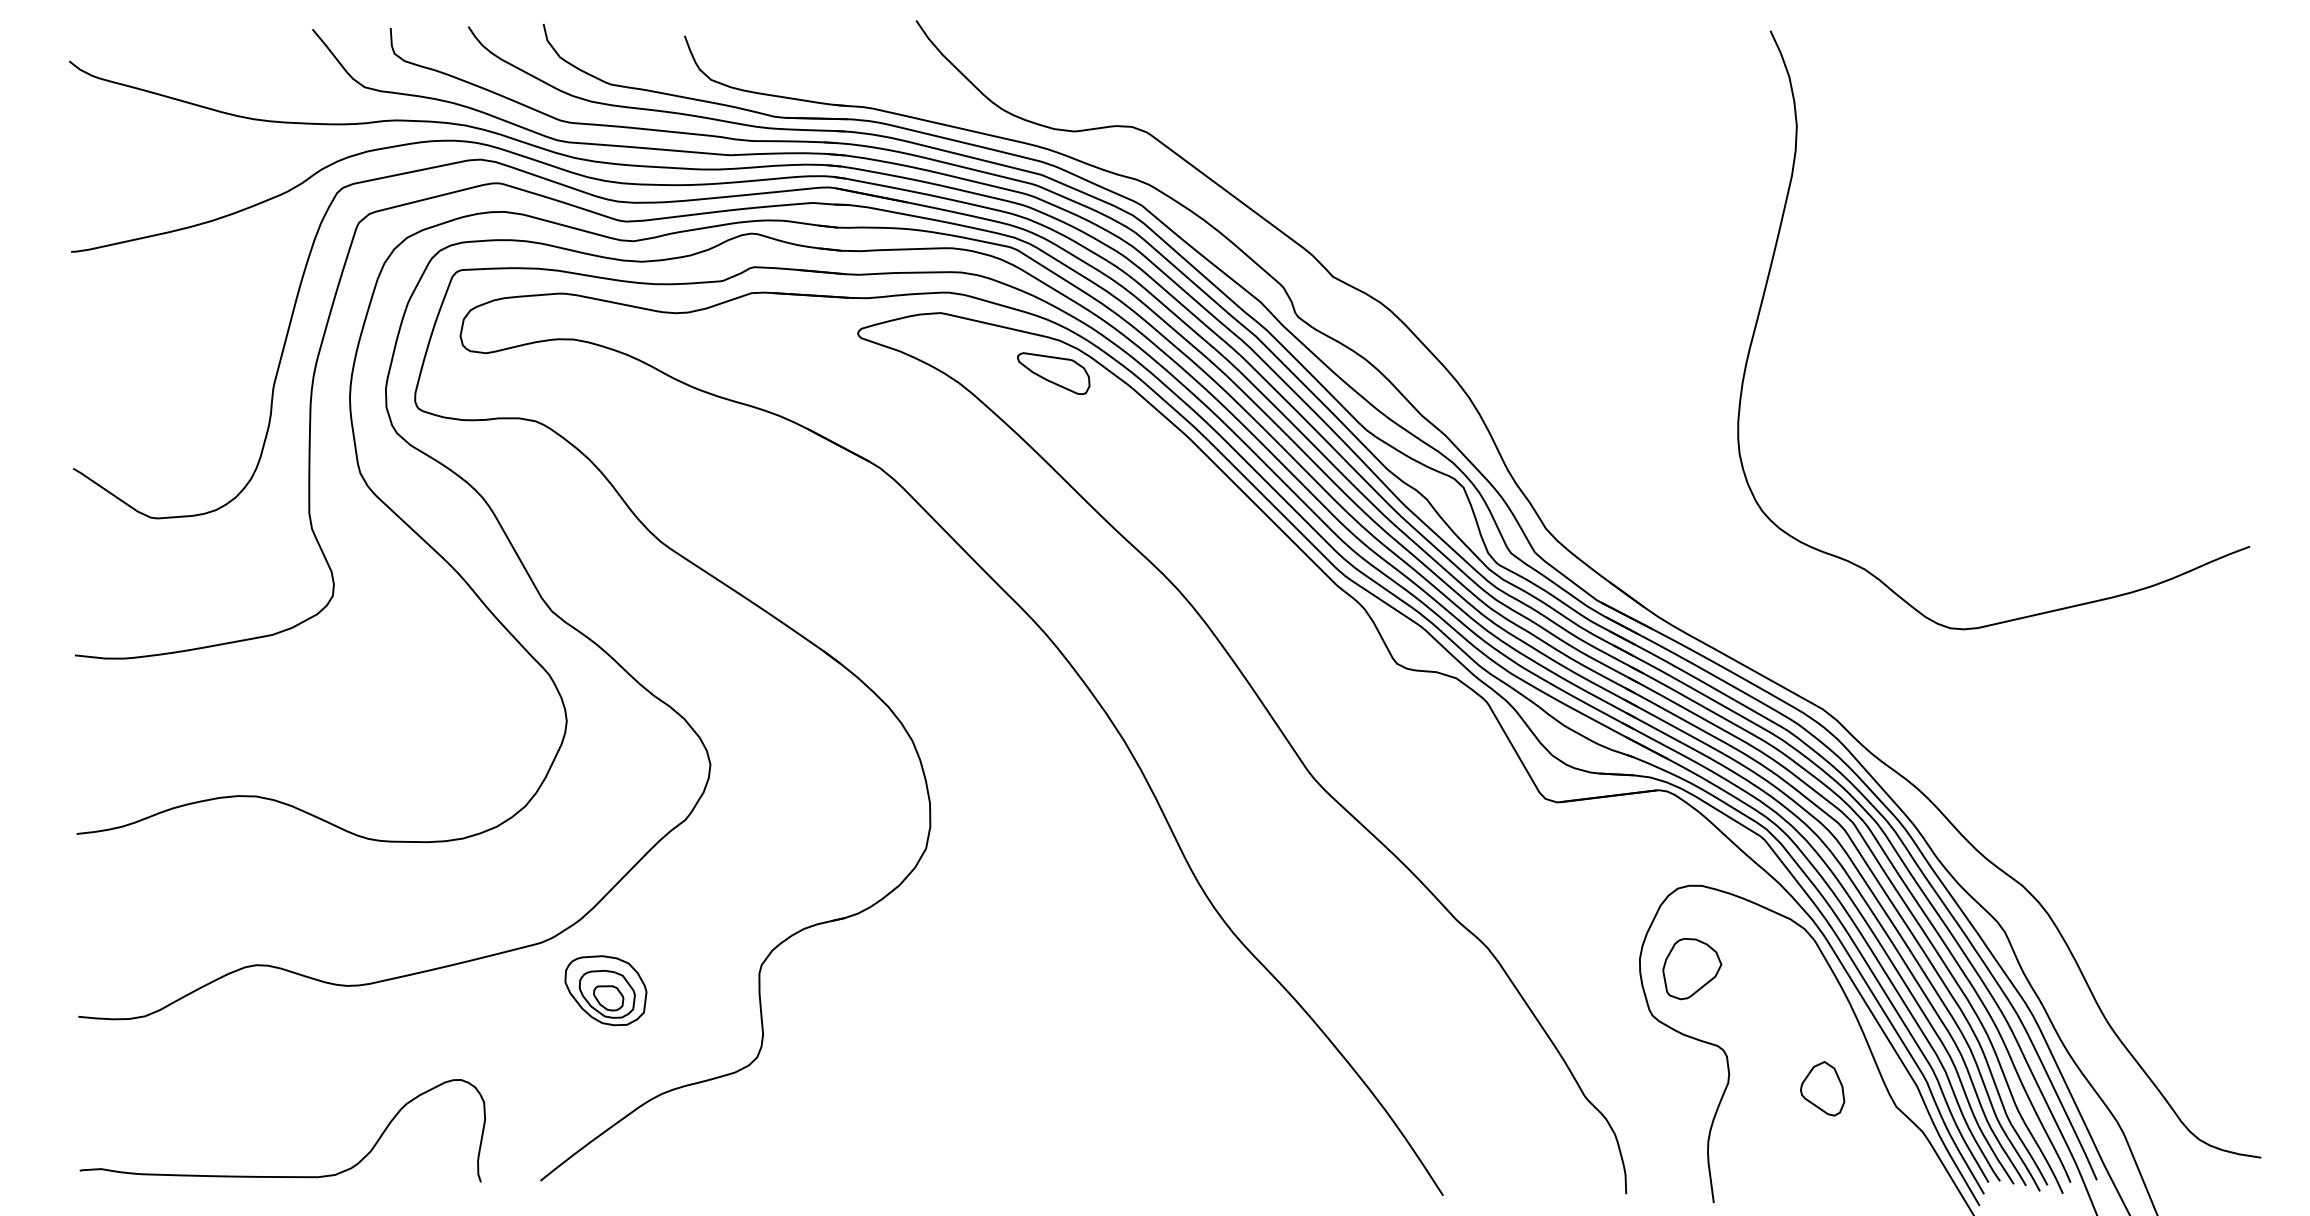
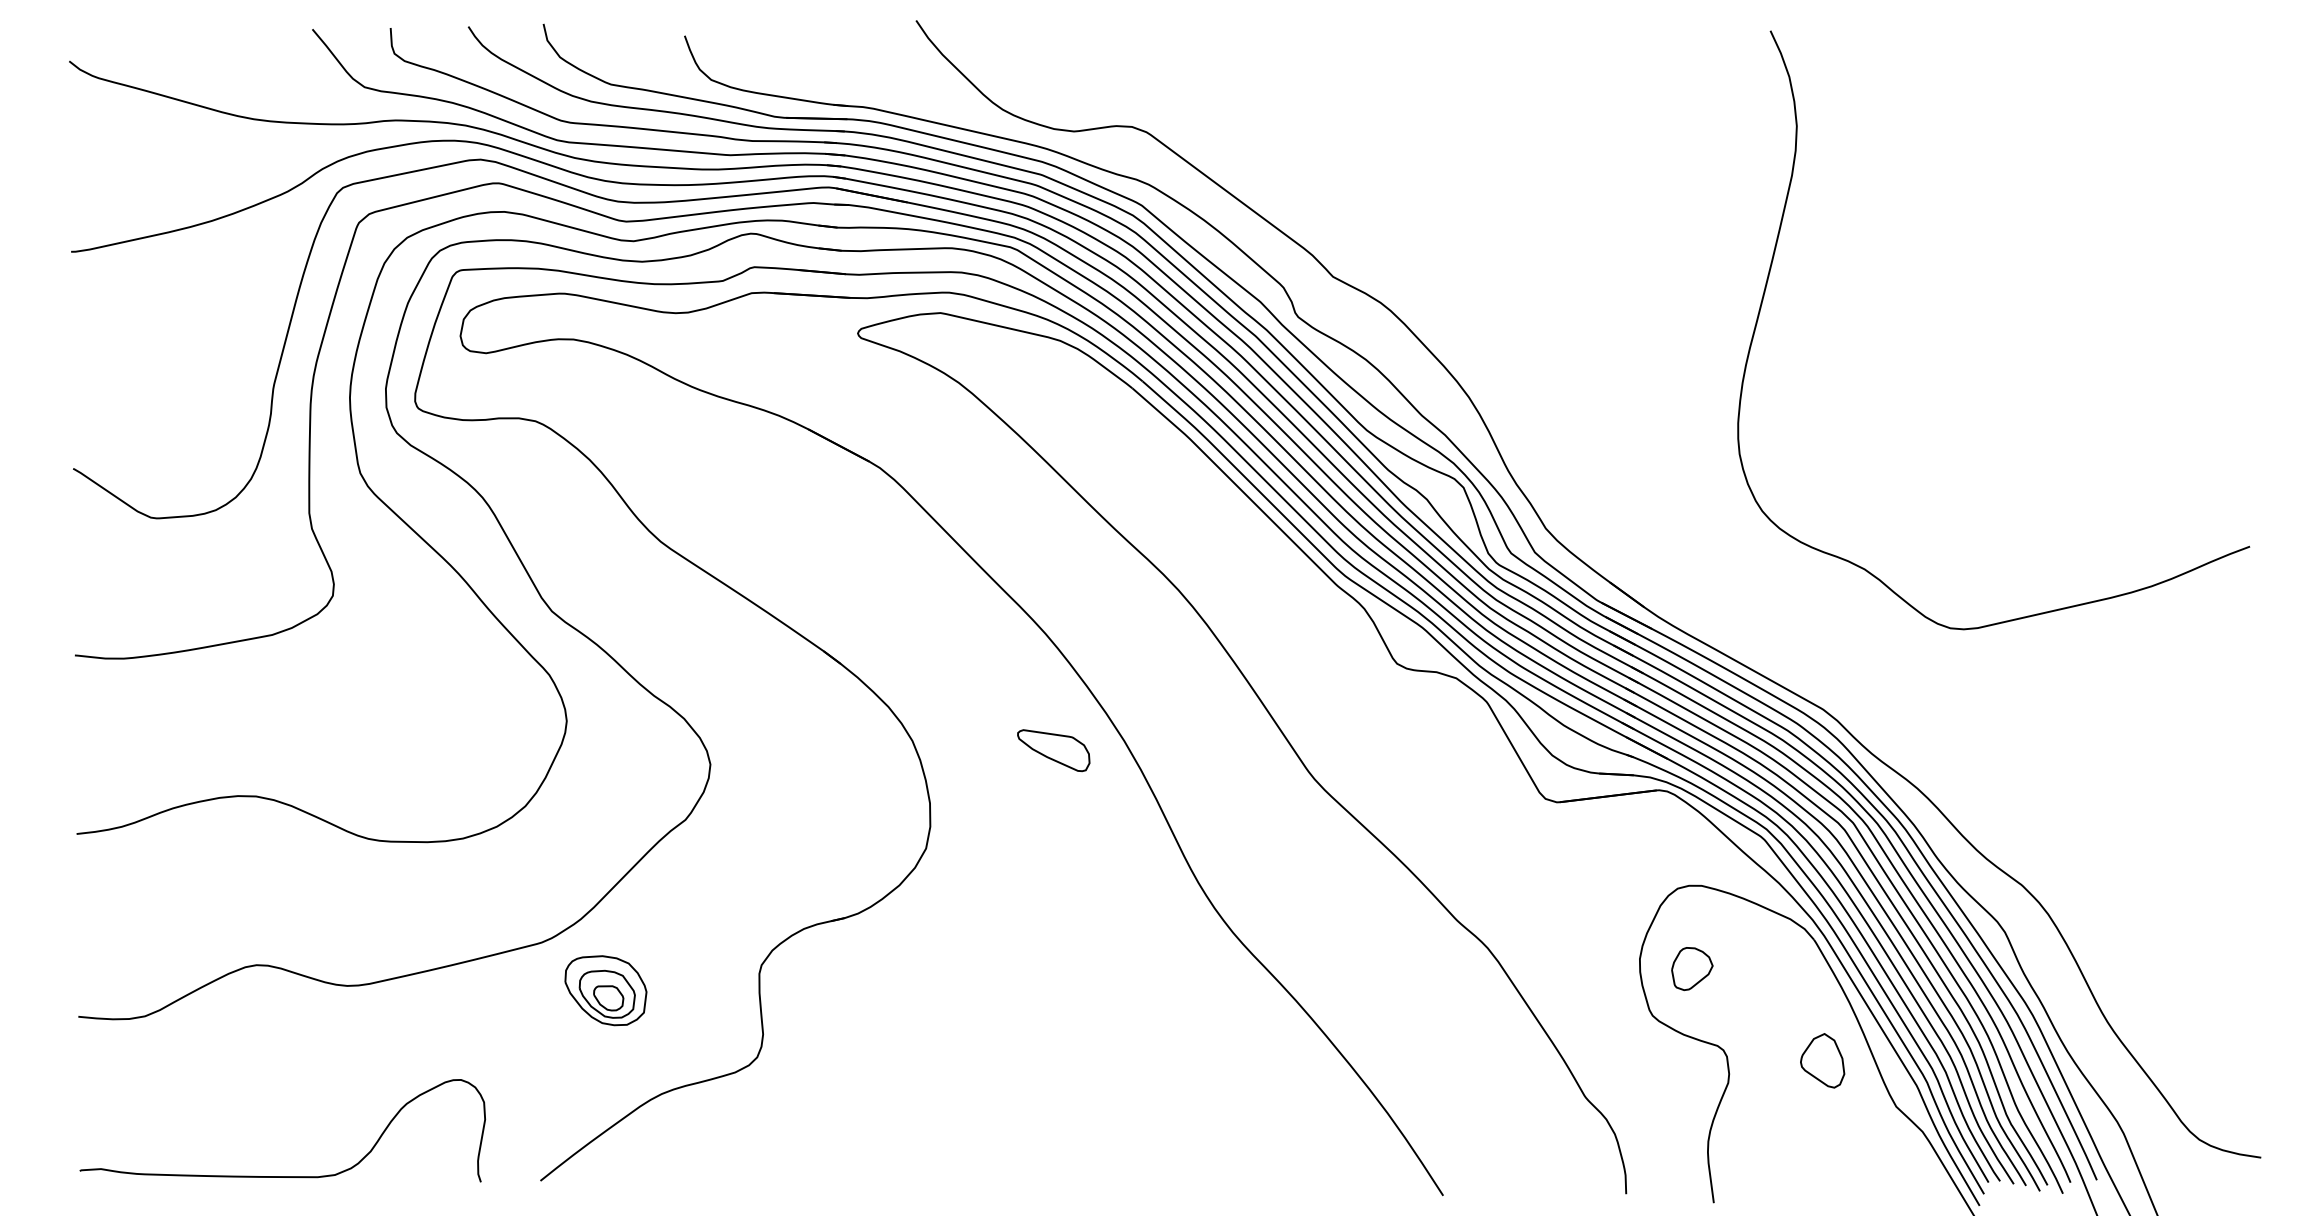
part at (1053, 373) position: (1053, 373) -> (1053, 750)
part at (1692, 968) size: 61x64 px -> 43x45 px
part at (1822, 1088) position: (1822, 1088) -> (1822, 1060)
